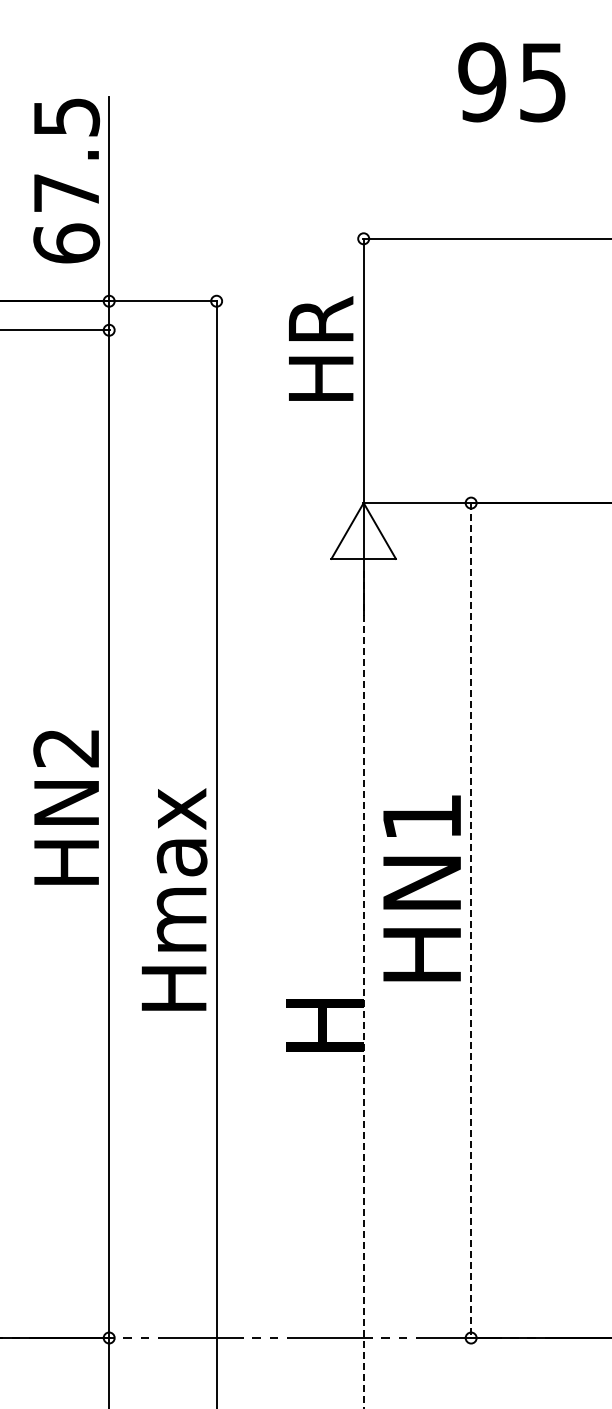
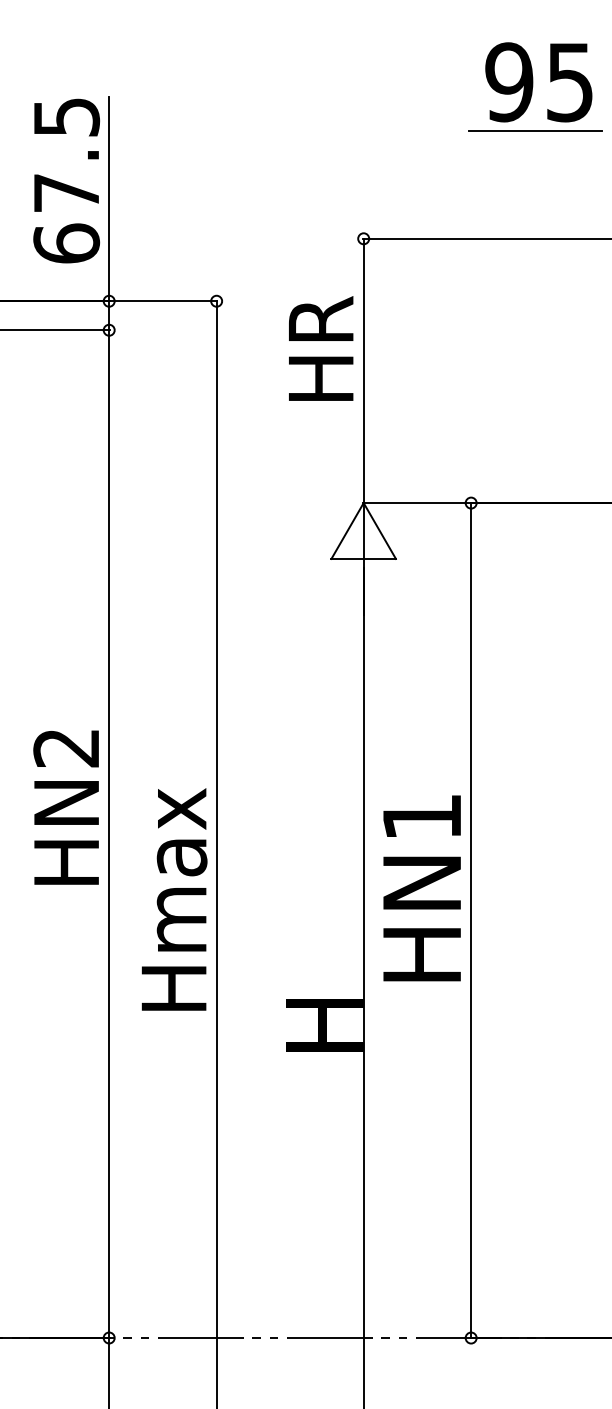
text at (511, 82) position: (511, 82) -> (538, 82)
line at (535, 131): none -> present
line at (471, 921): dashed -> solid
line at (363, 987): dashed -> solid
